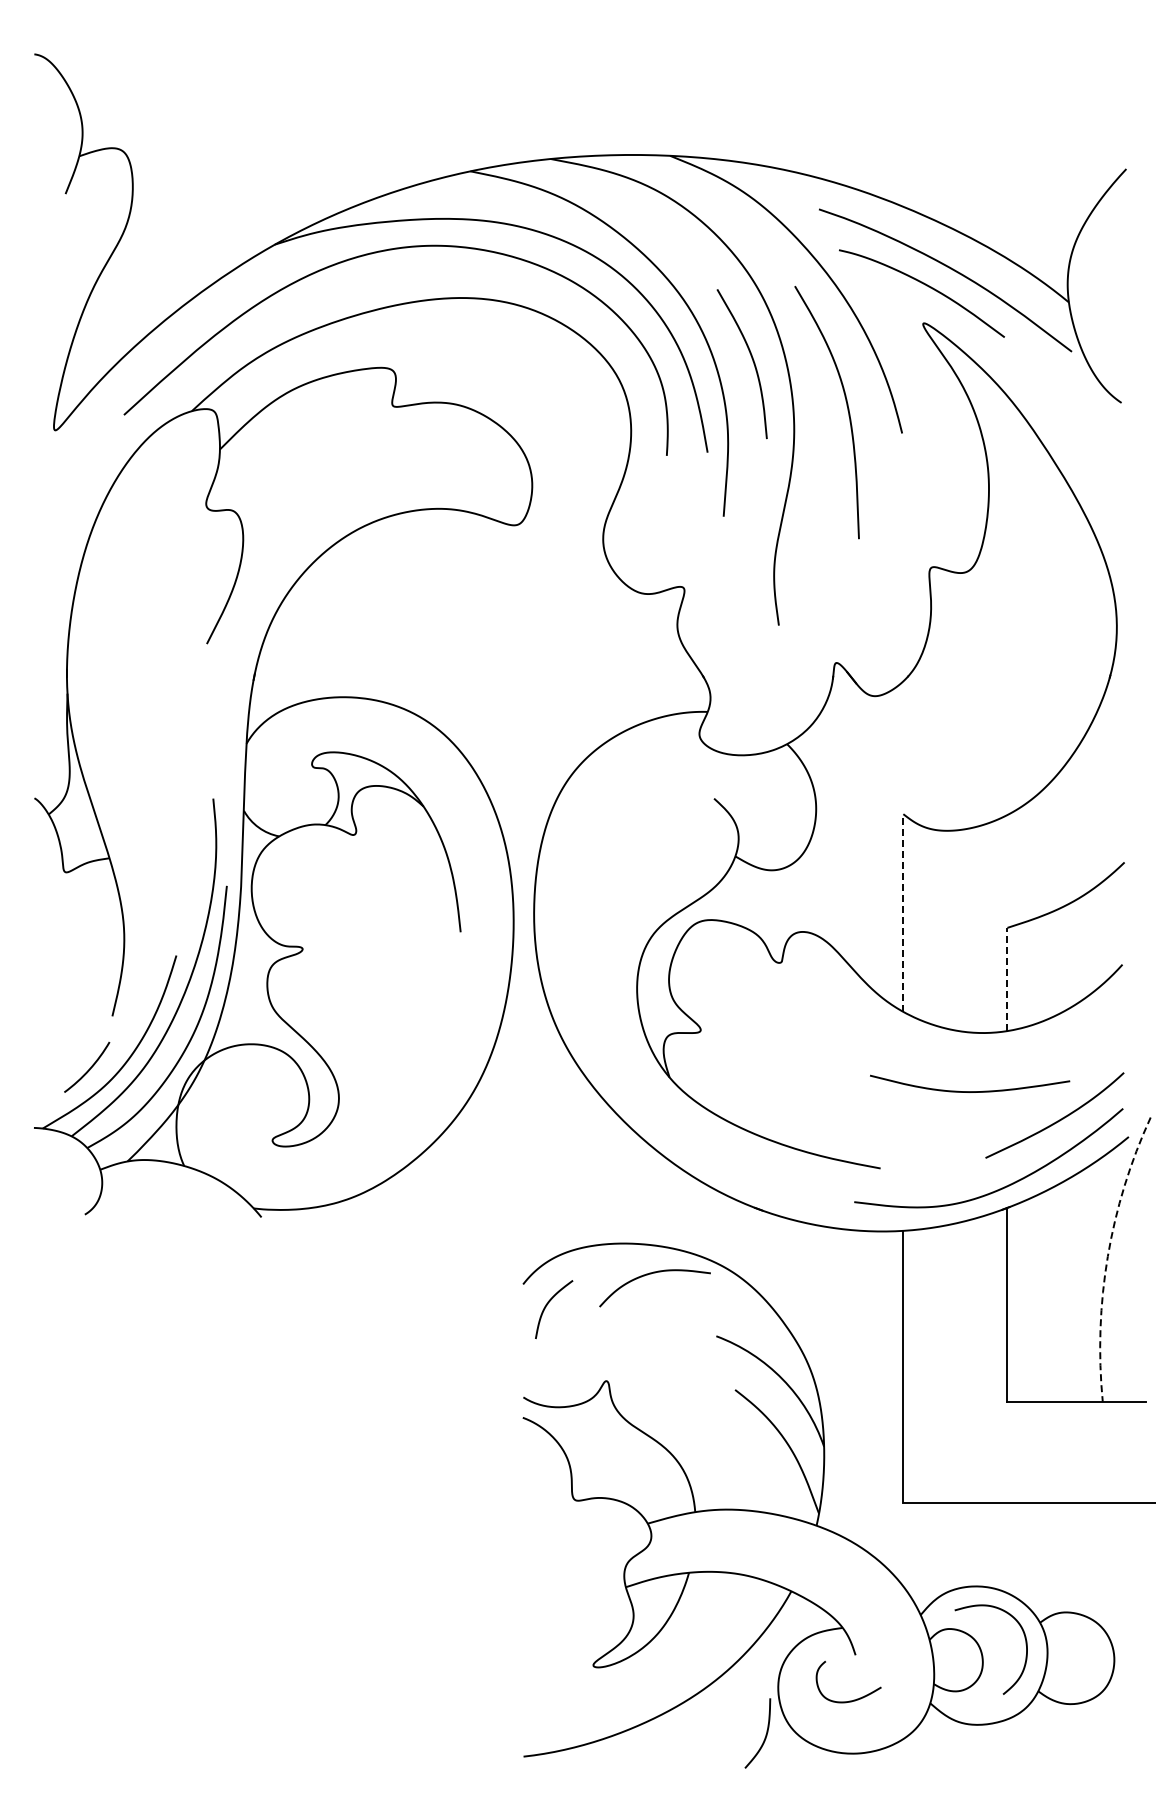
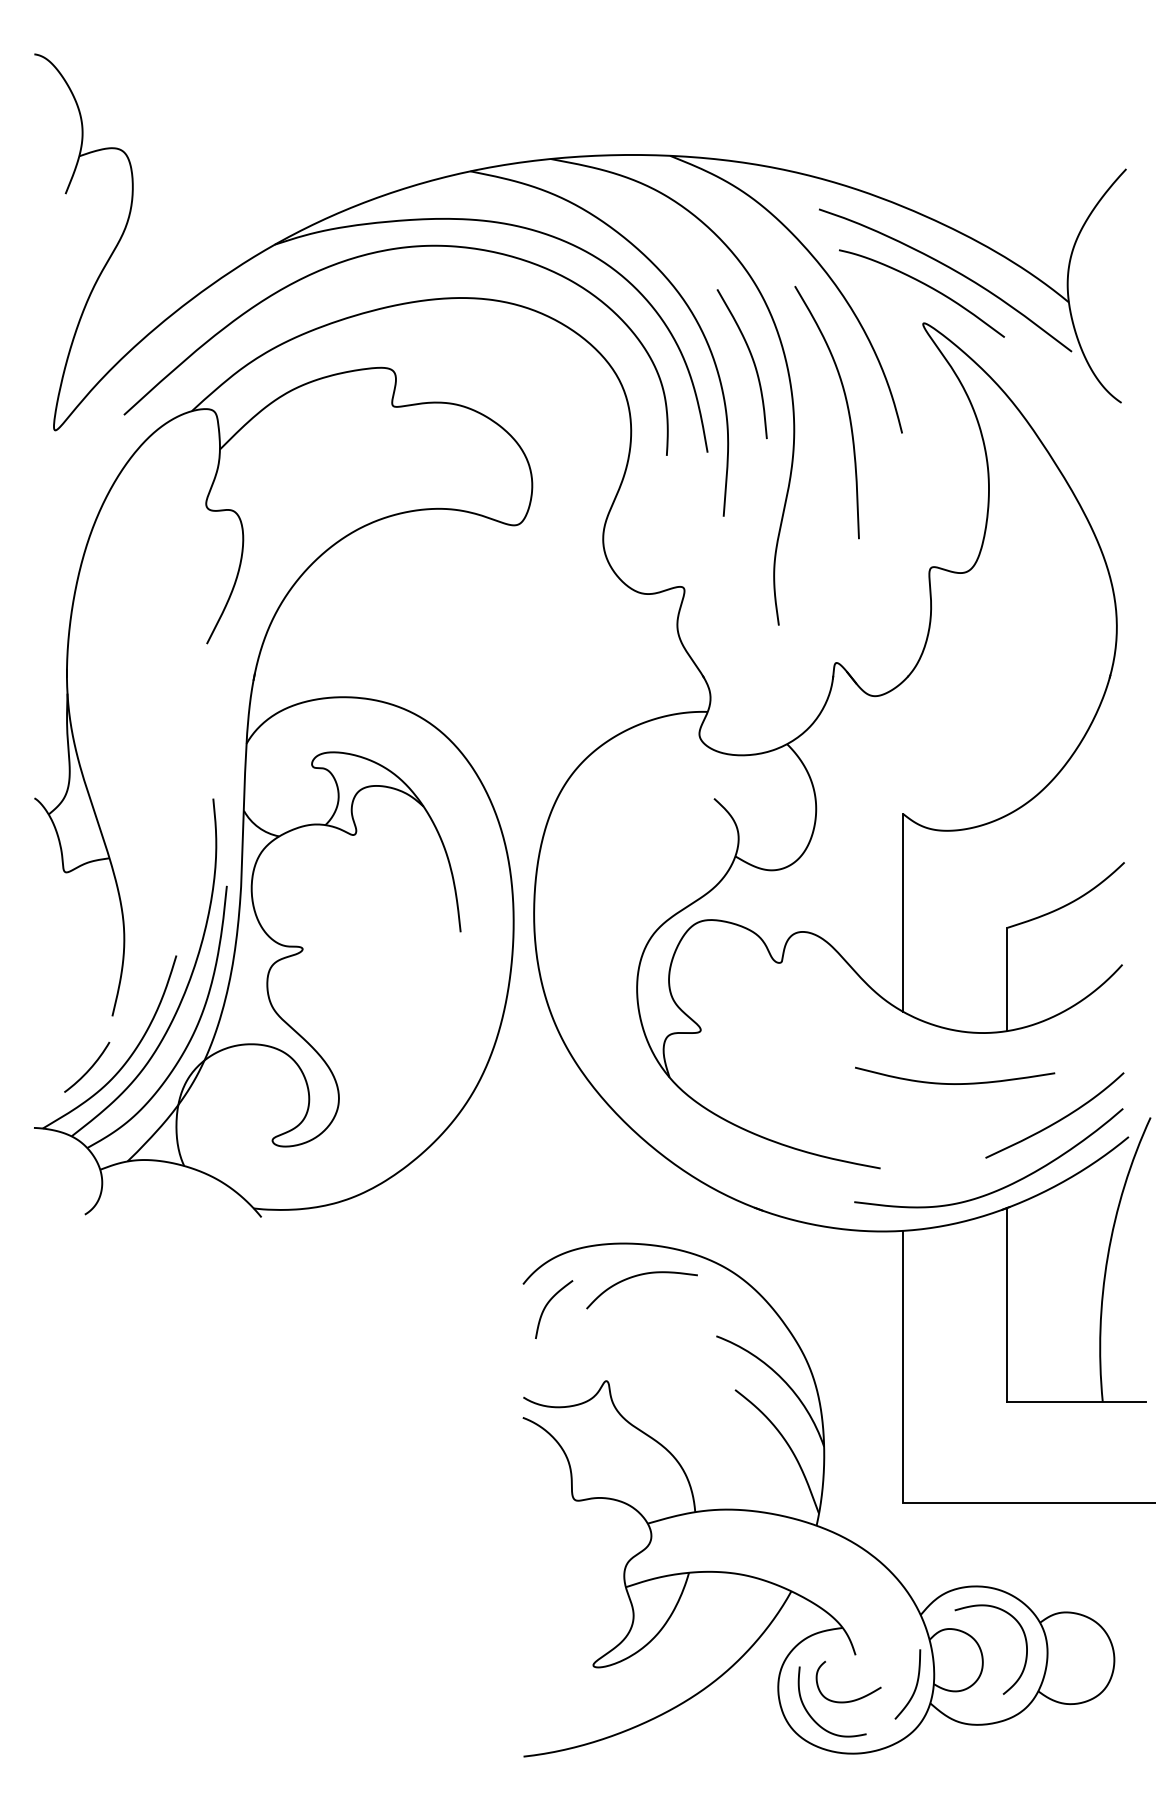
line at (903, 913): dashed -> solid
line at (1007, 979): dashed -> solid
curve at (970, 1091) position: (970, 1091) -> (955, 1083)
arc at (1107, 1256): dashed -> solid
curve at (651, 1274) position: (651, 1274) -> (638, 1276)
curve at (810, 1714): none -> present
curve at (765, 1734) position: (765, 1734) -> (915, 1685)
